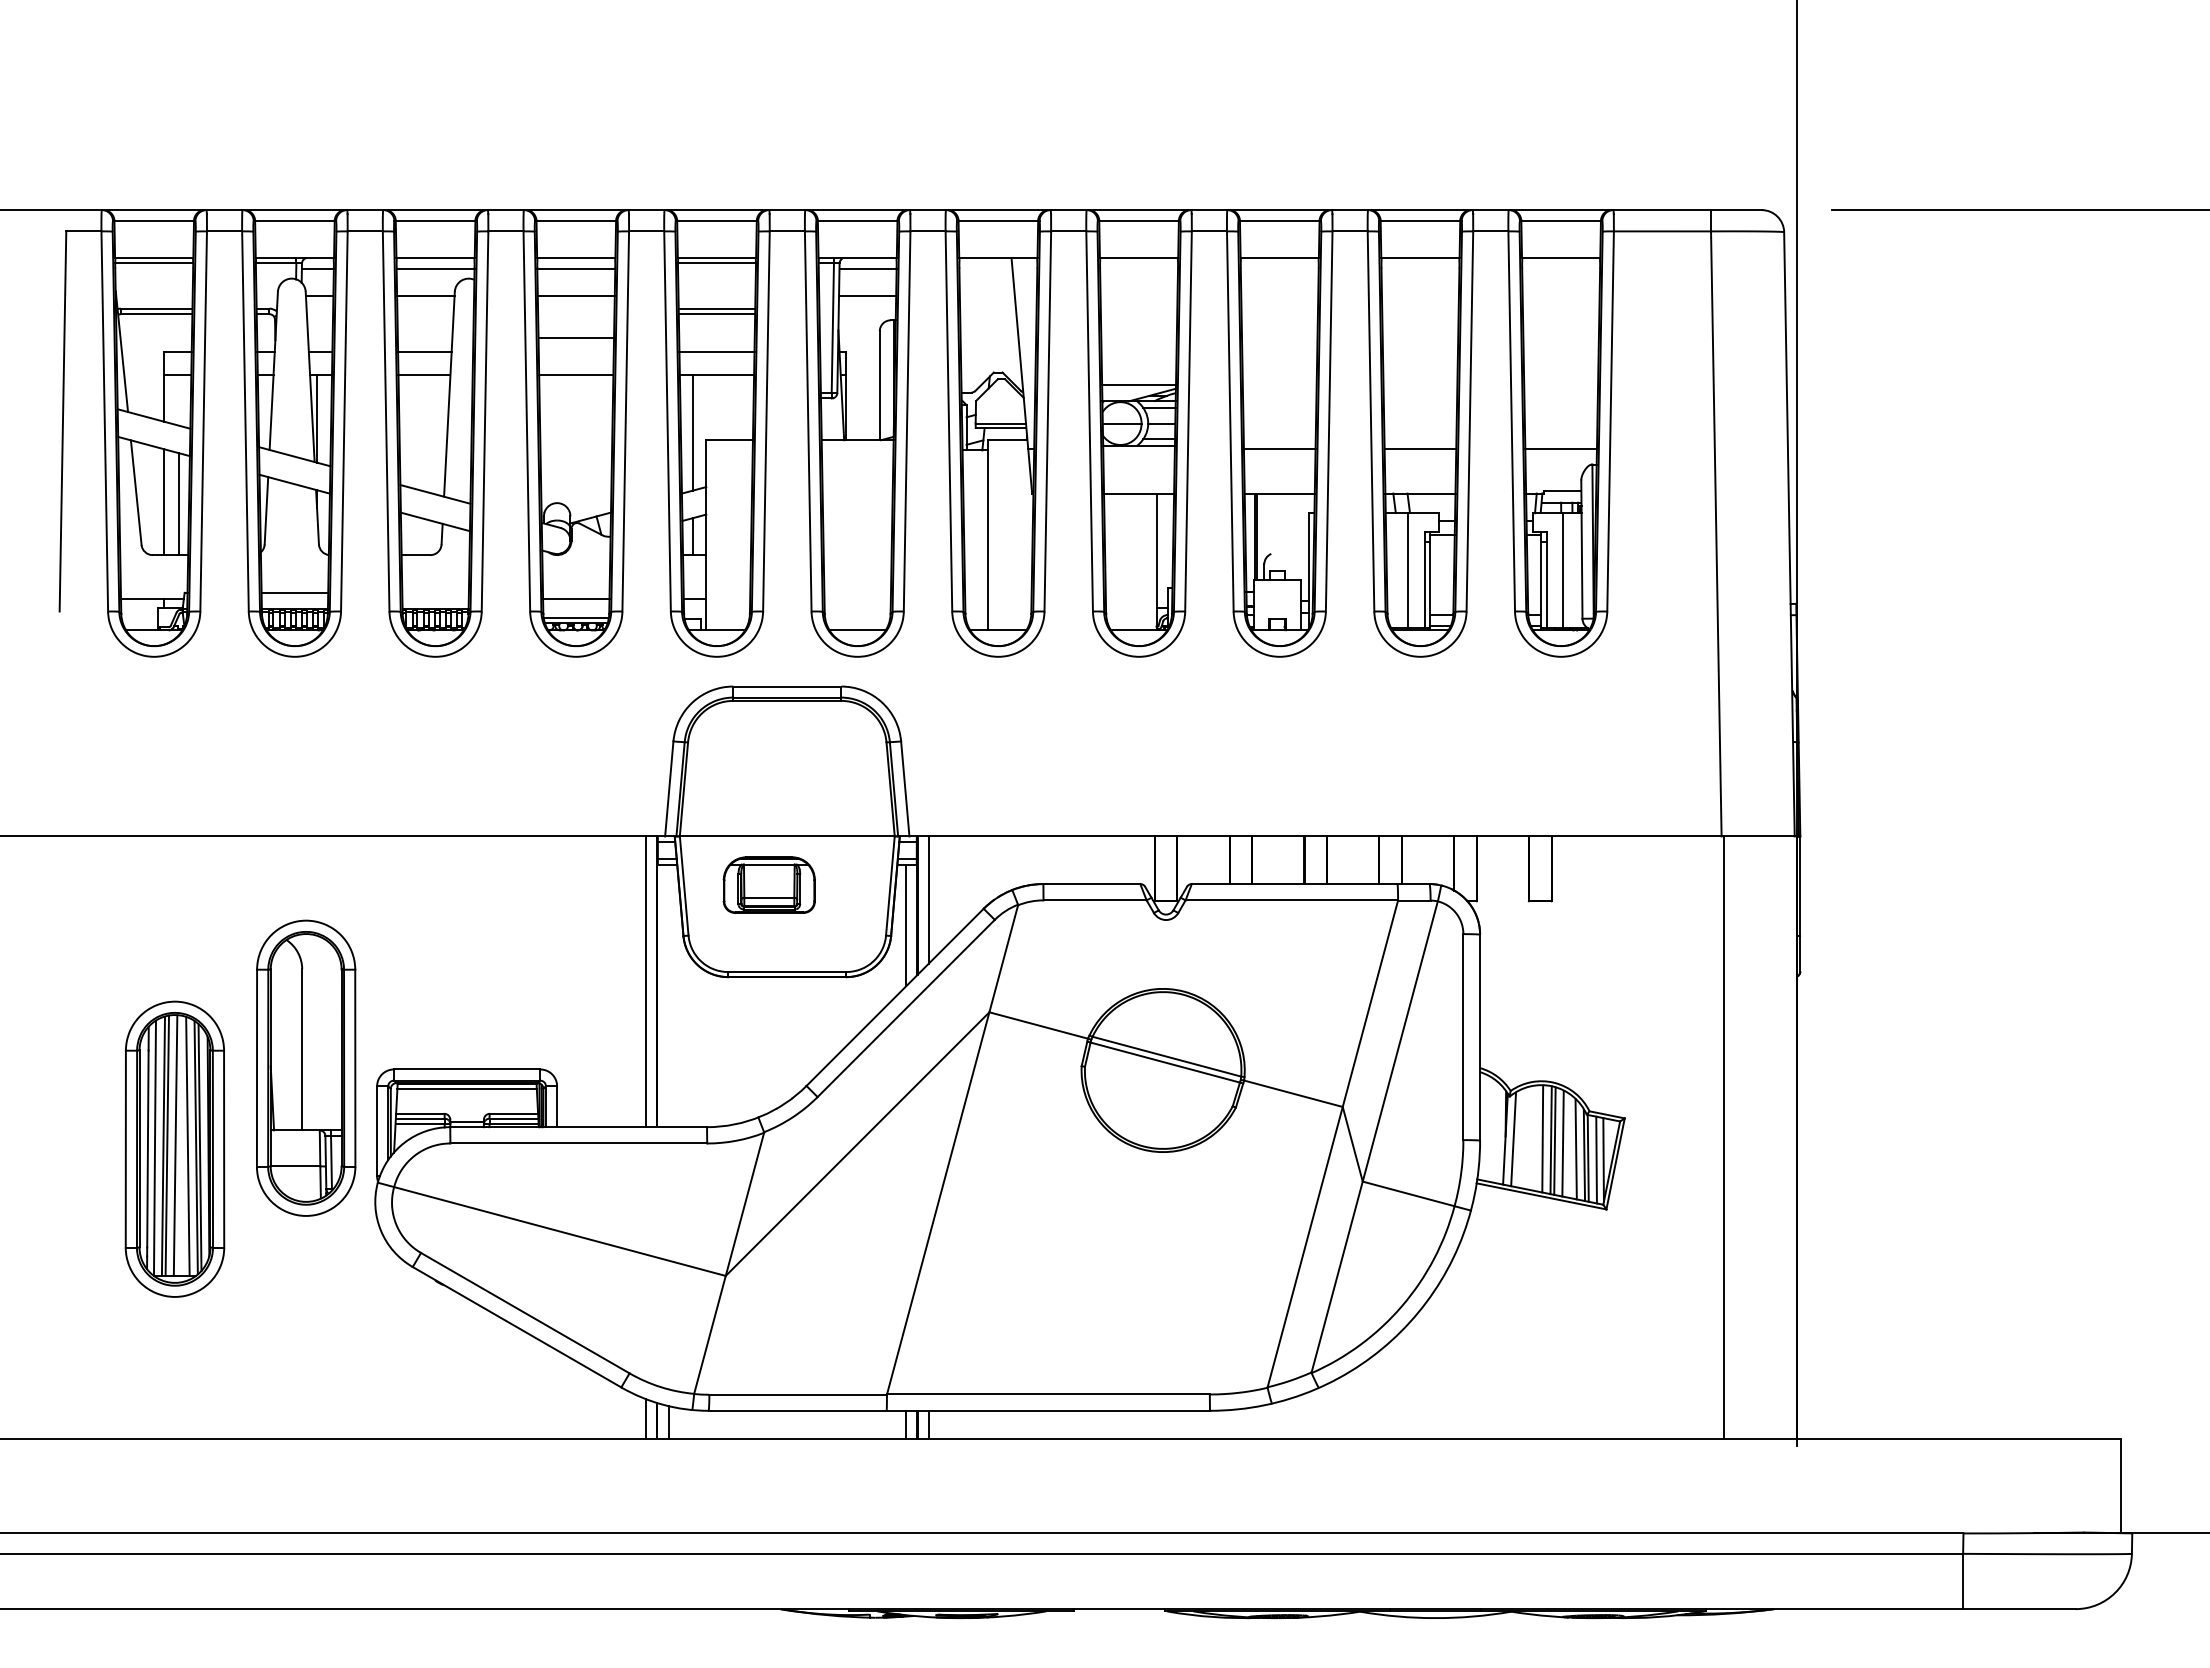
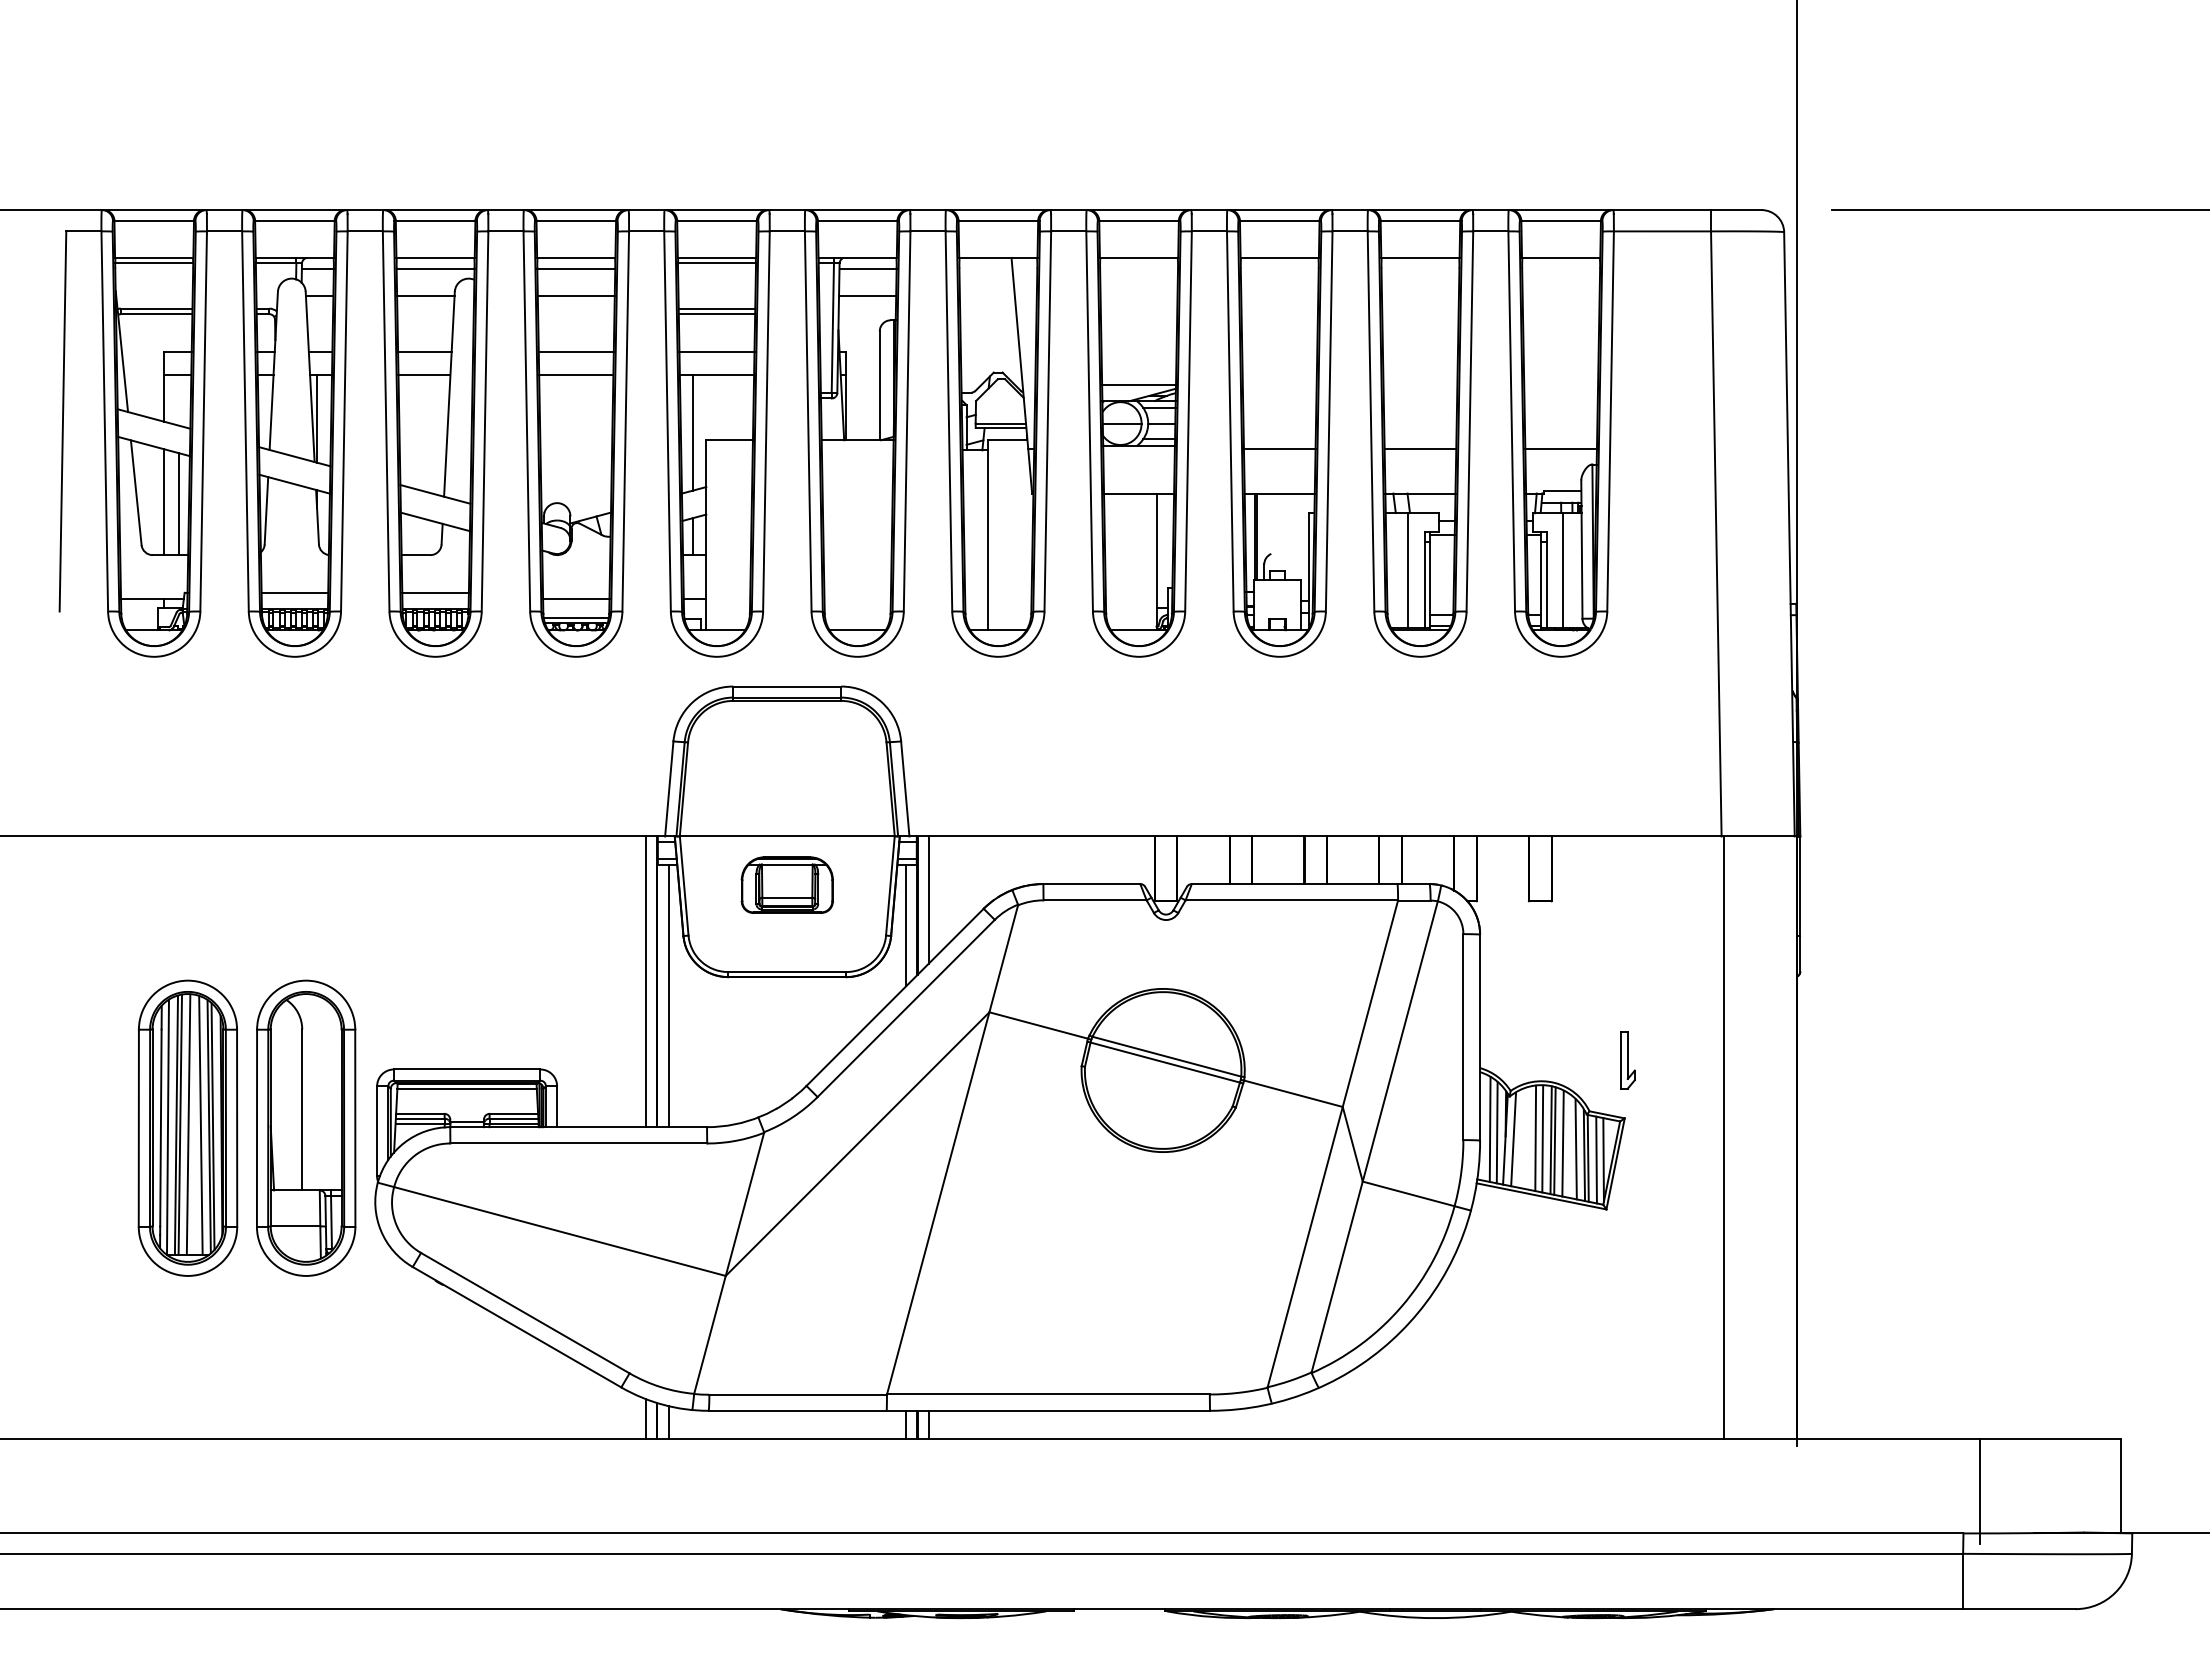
line at (575, 338) position: (575, 338) -> (575, 352)
line at (435, 592): none -> present
part at (768, 884) position: (768, 884) -> (786, 884)
line at (668, 995): none -> present
part at (1627, 1060): none -> present
part at (306, 1067) position: (306, 1067) -> (306, 1127)
line at (1489, 1129): none -> present
line at (1496, 1132): none -> present
line at (1535, 1138): none -> present
part at (174, 1148) position: (174, 1148) -> (187, 1127)
line at (1980, 1491): none -> present
